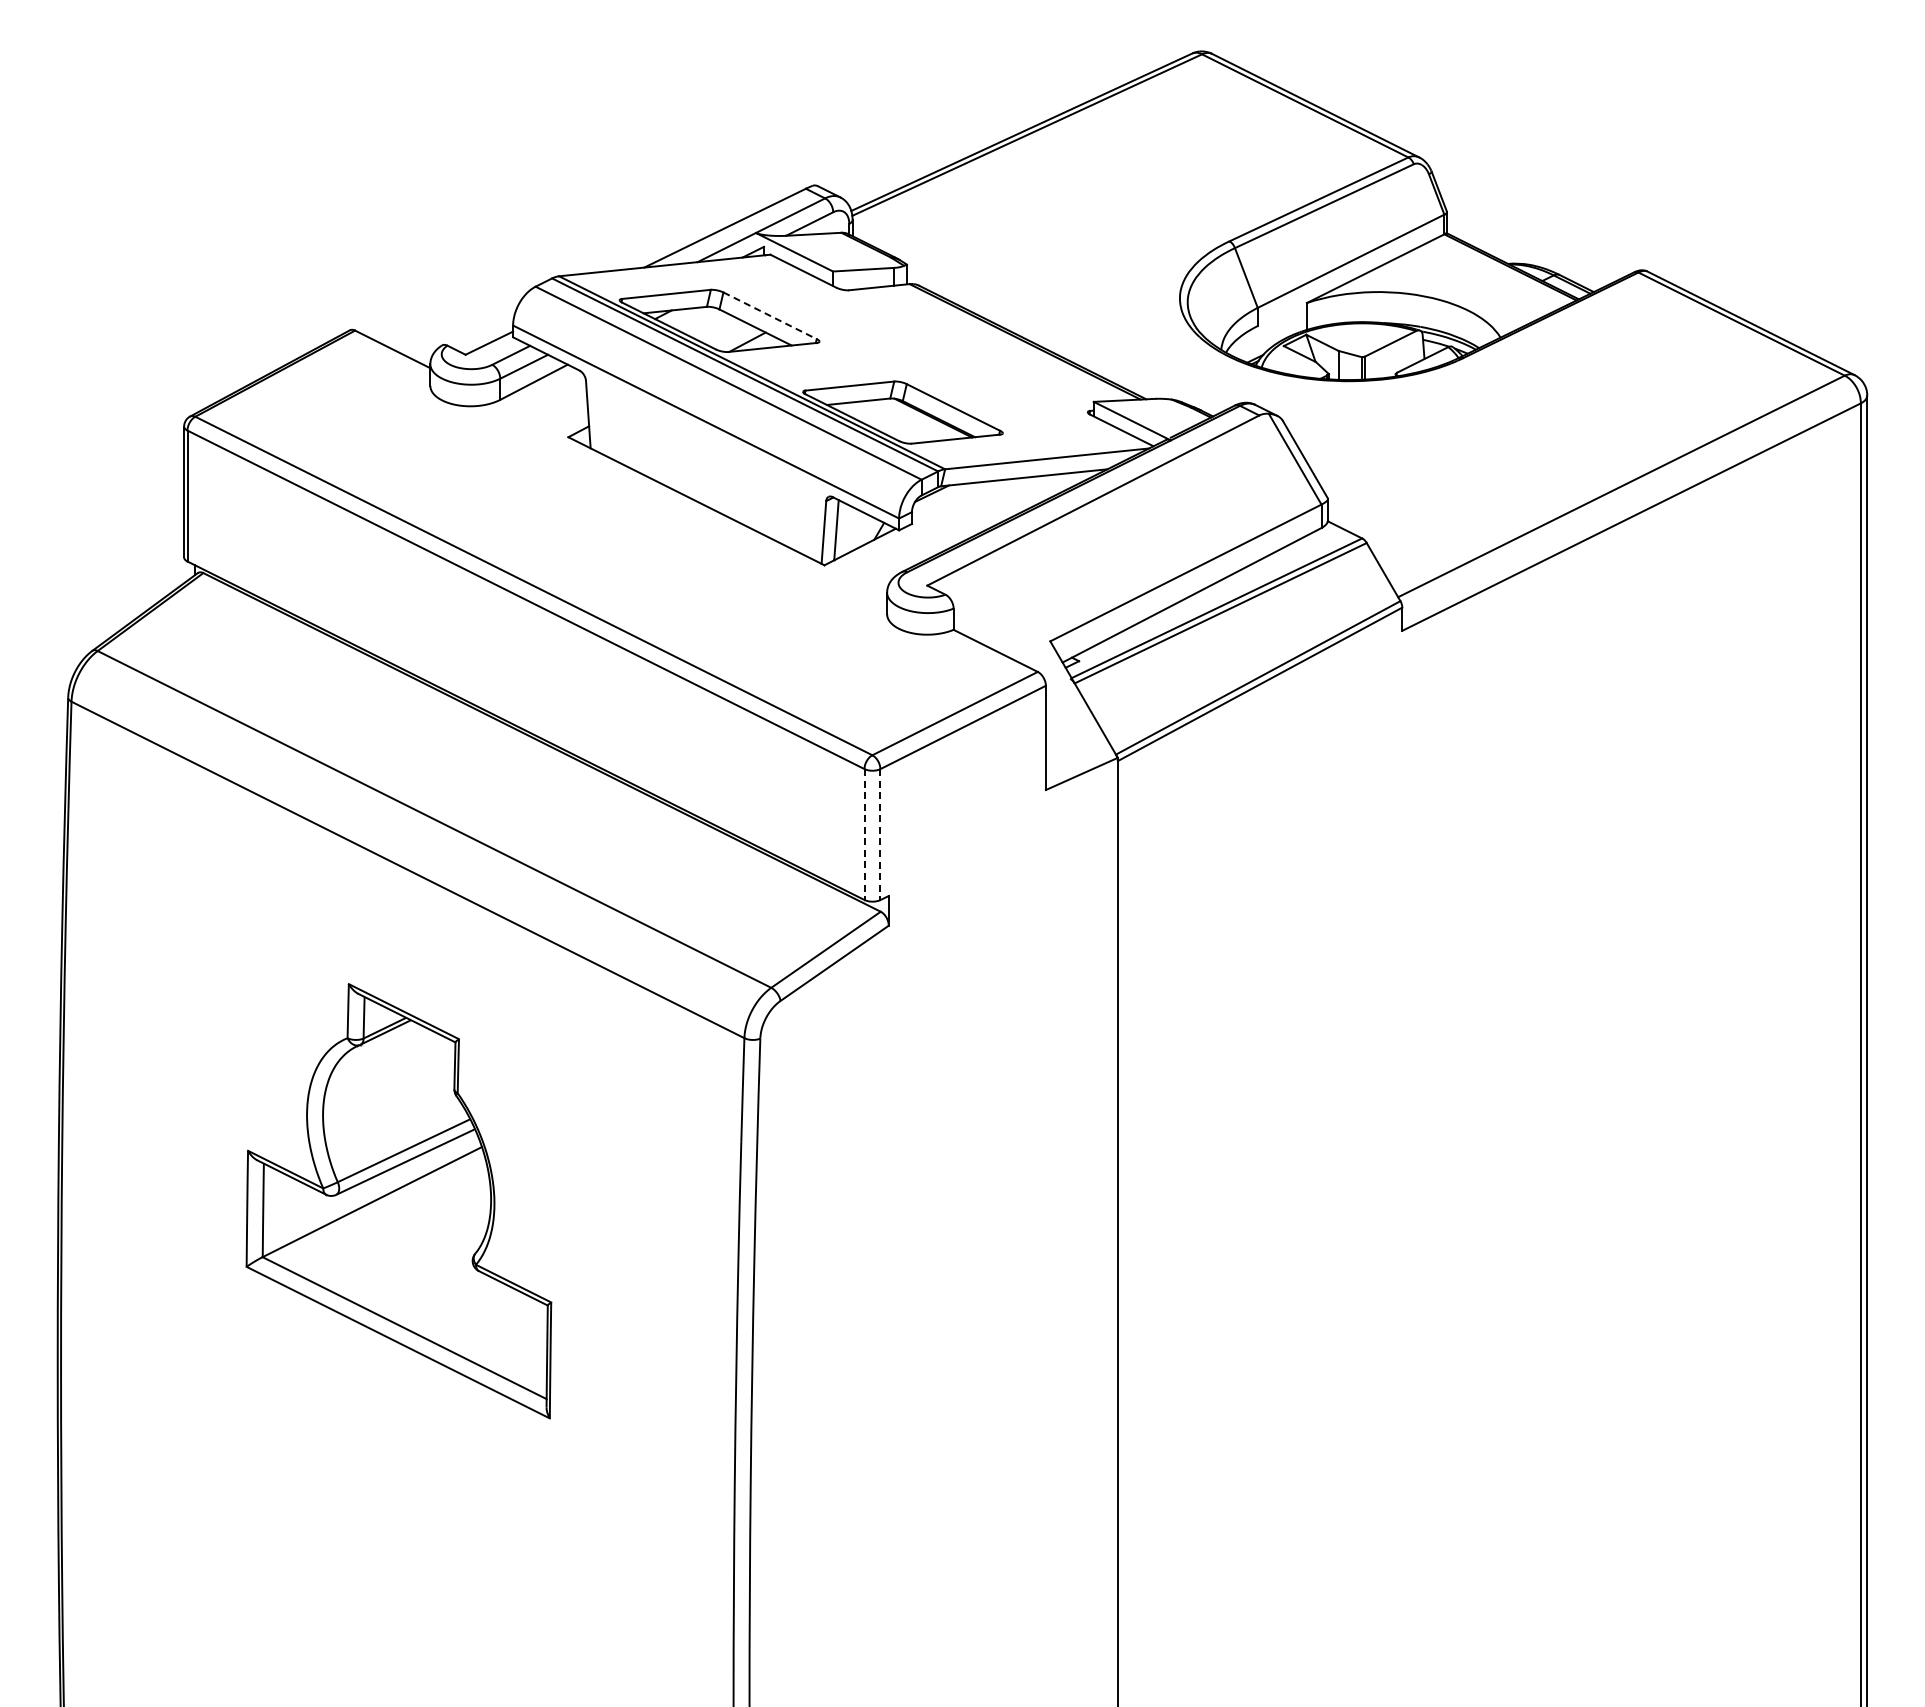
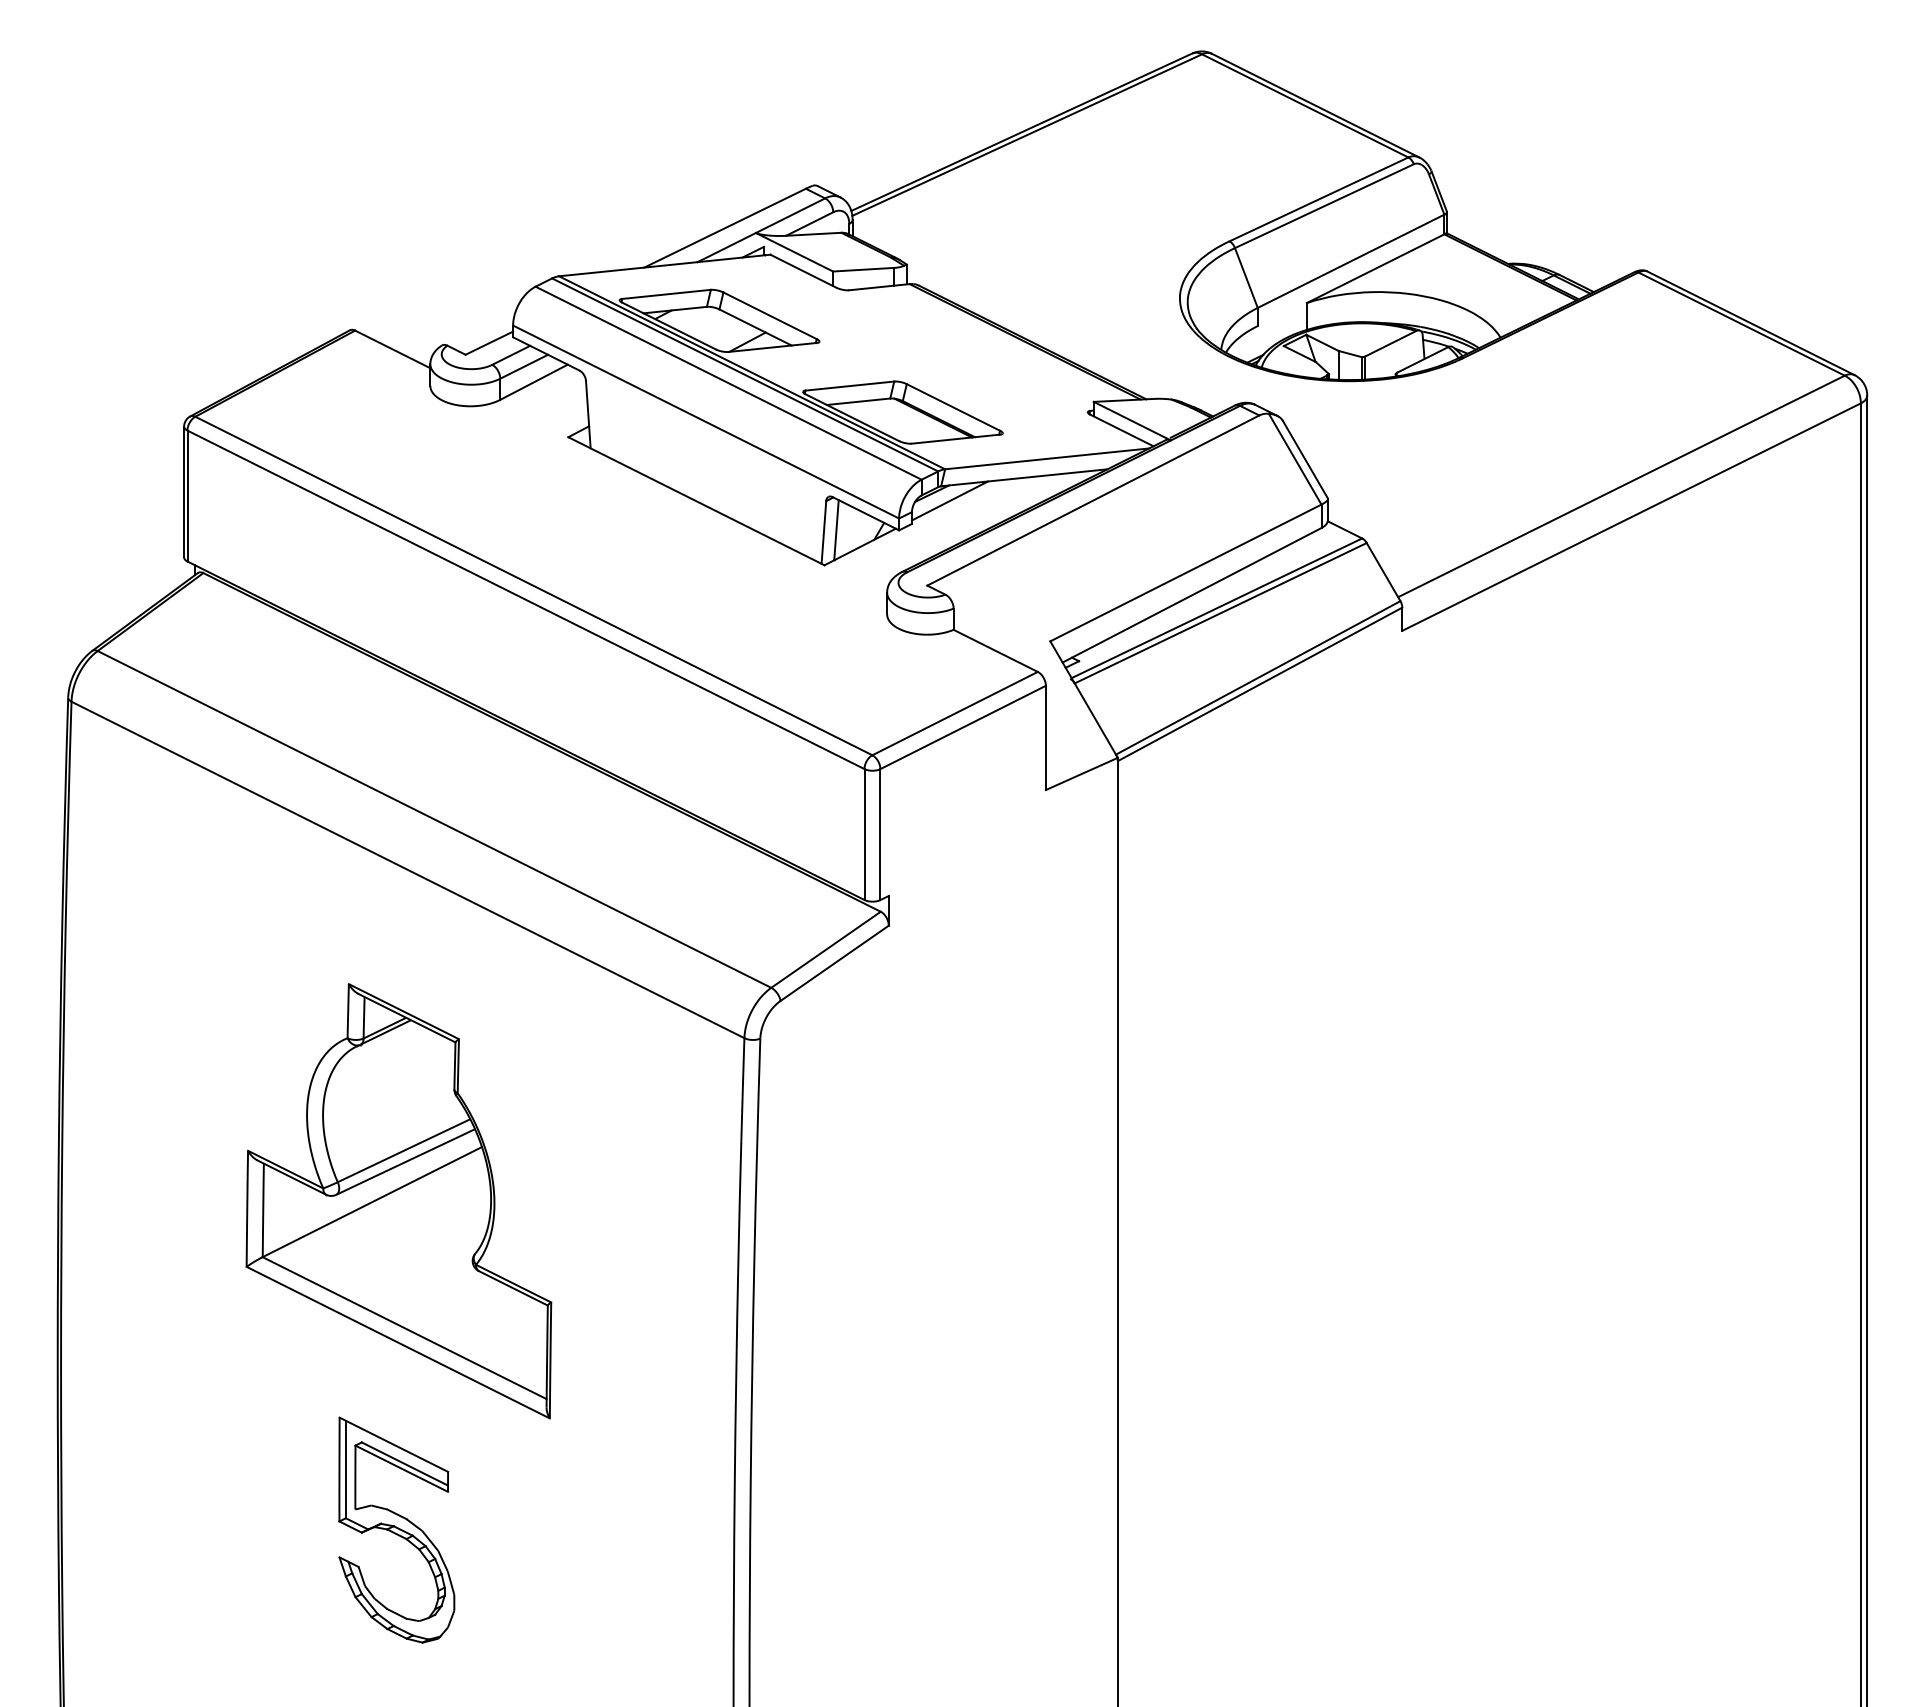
line at (770, 316): dashed -> solid
line at (950, 500): none -> present
line at (864, 835): dashed -> solid
line at (880, 835): dashed -> solid
part at (396, 1529): none -> present
